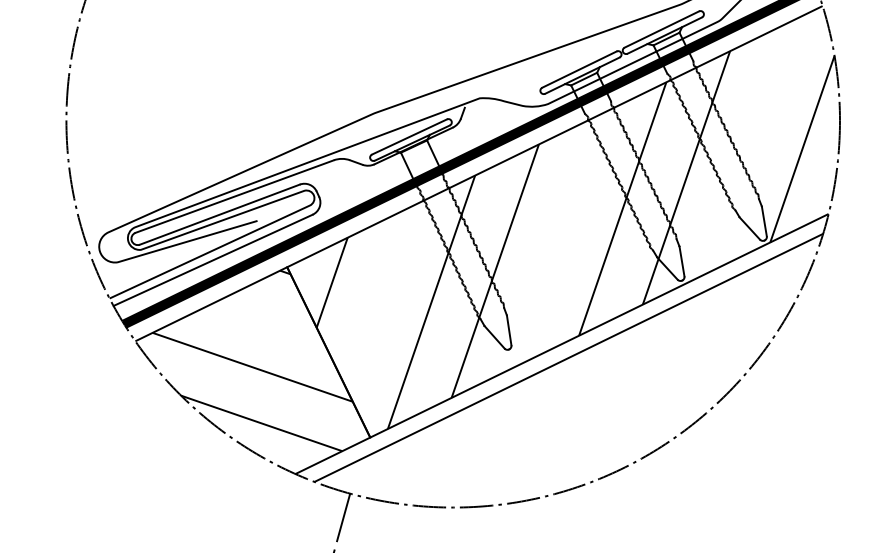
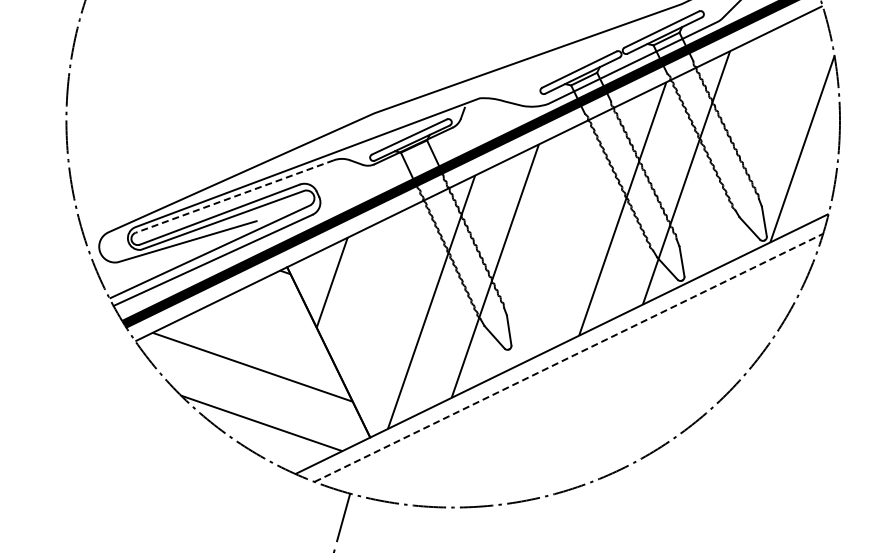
line at (234, 196): solid -> dashed
line at (568, 357): solid -> dashed
